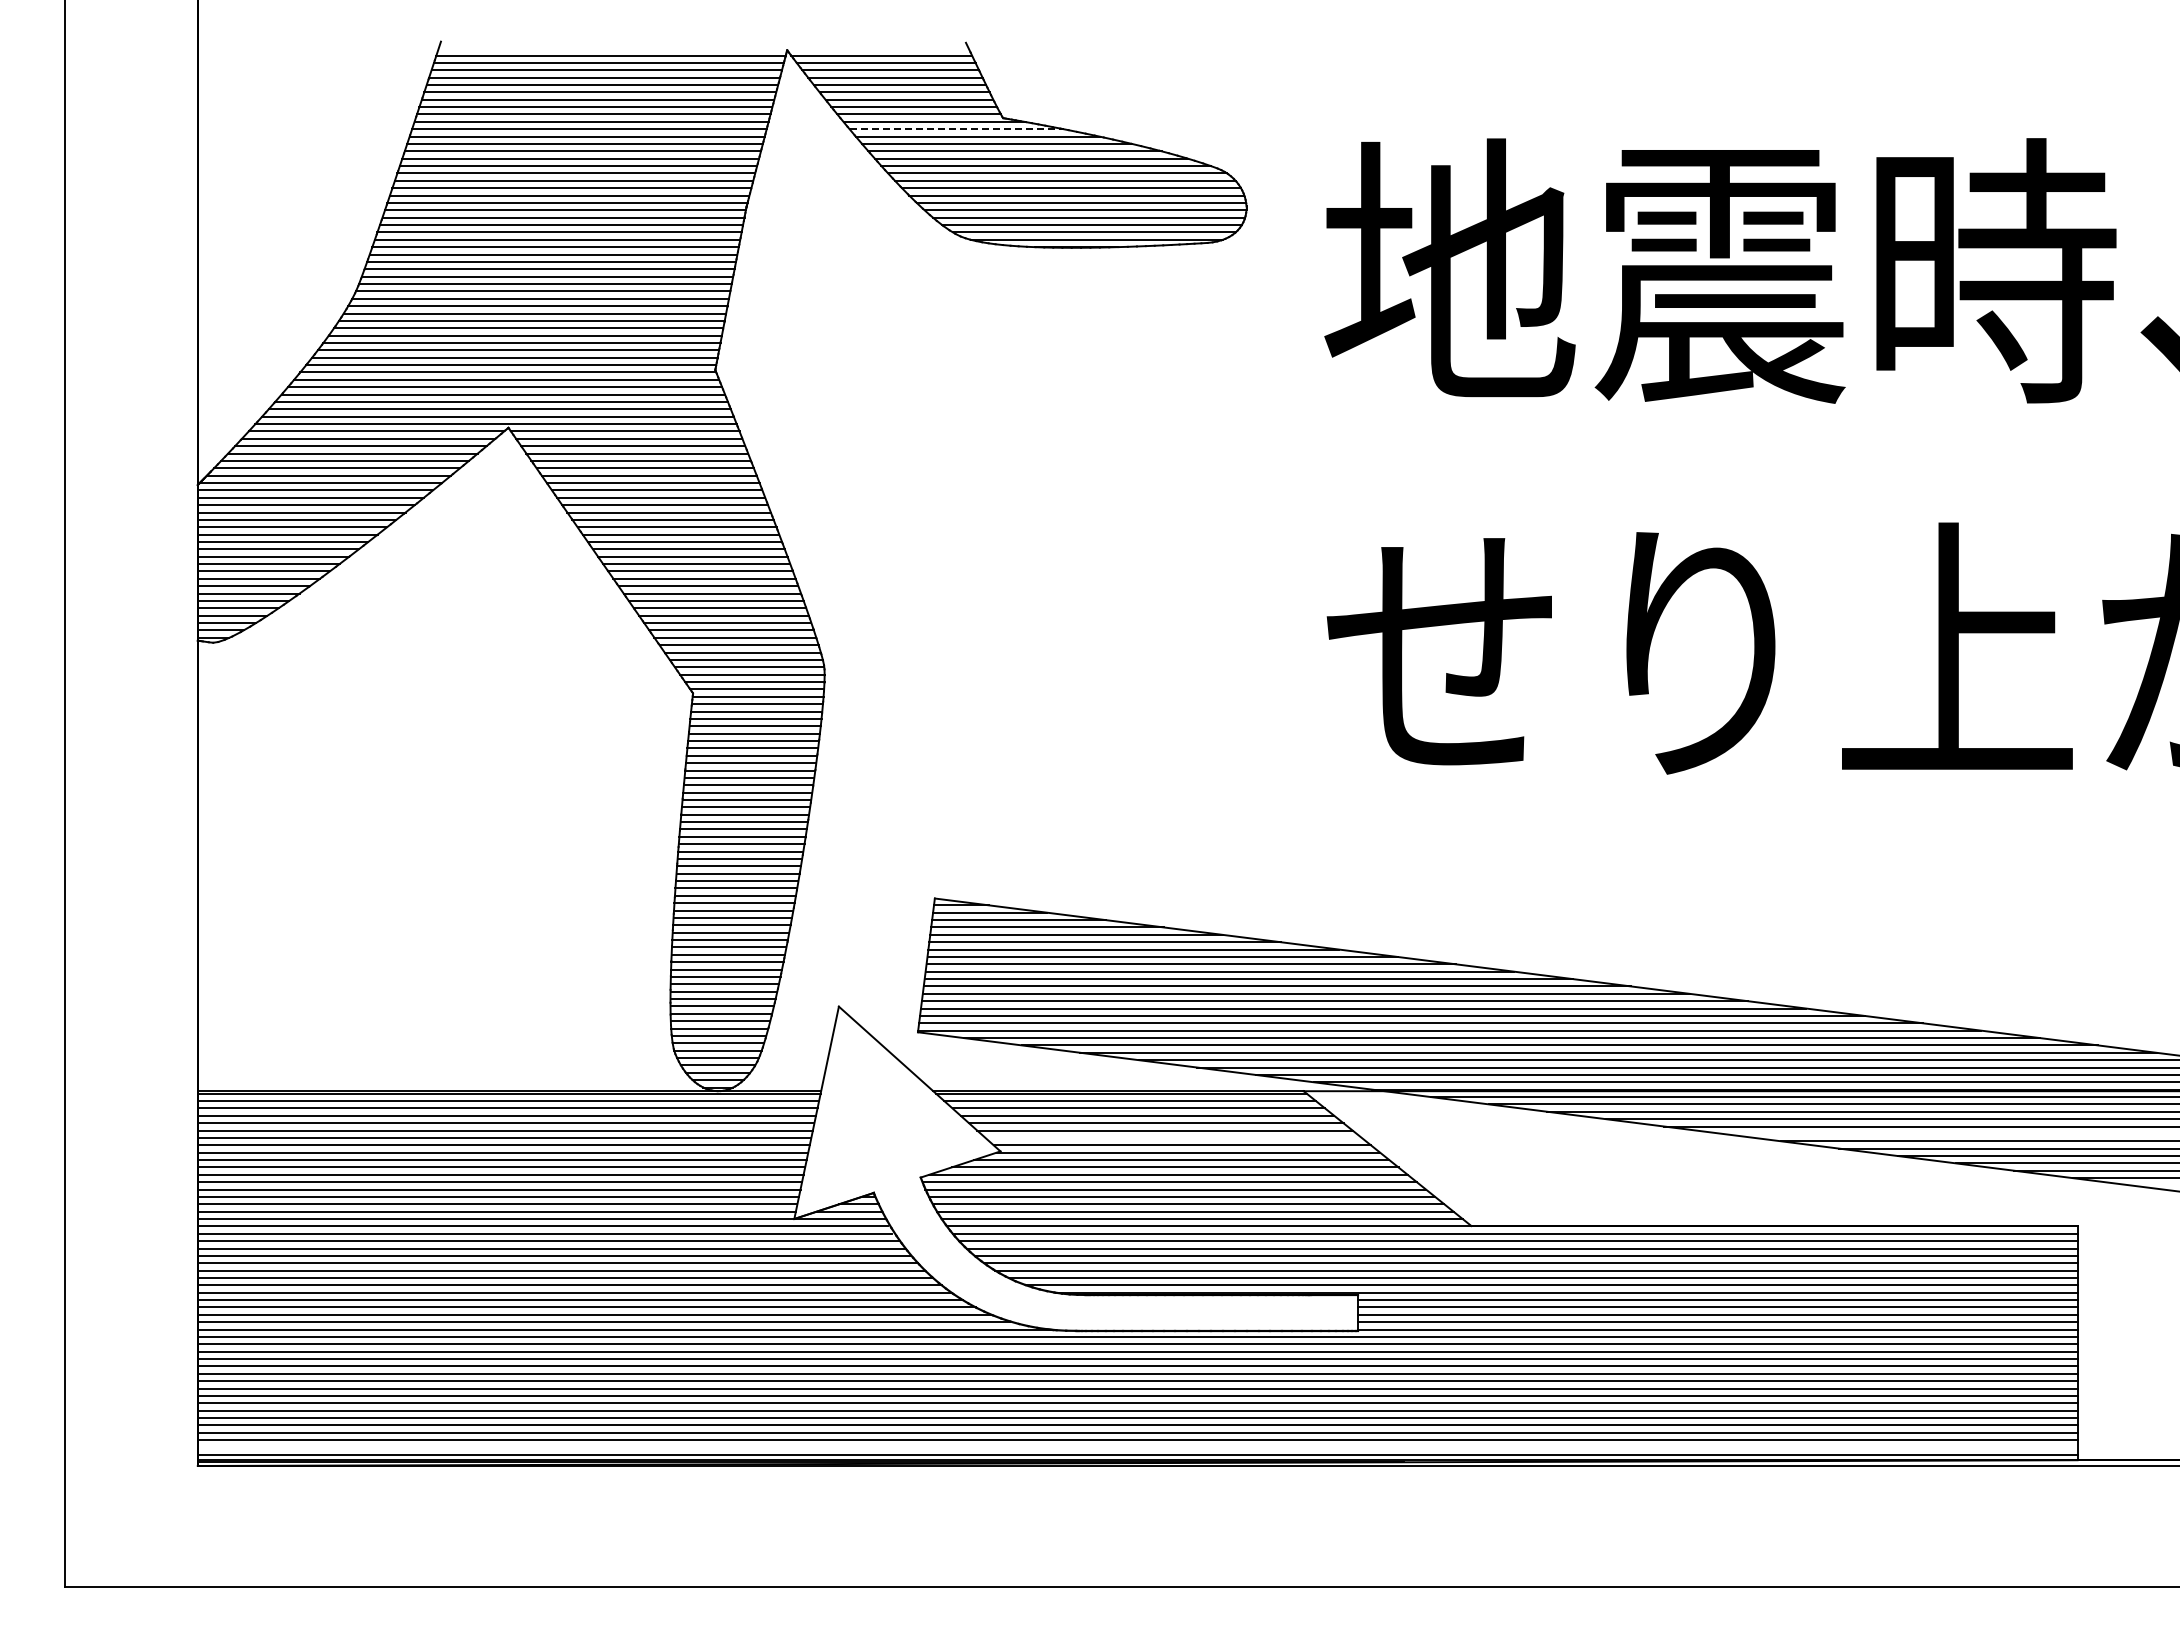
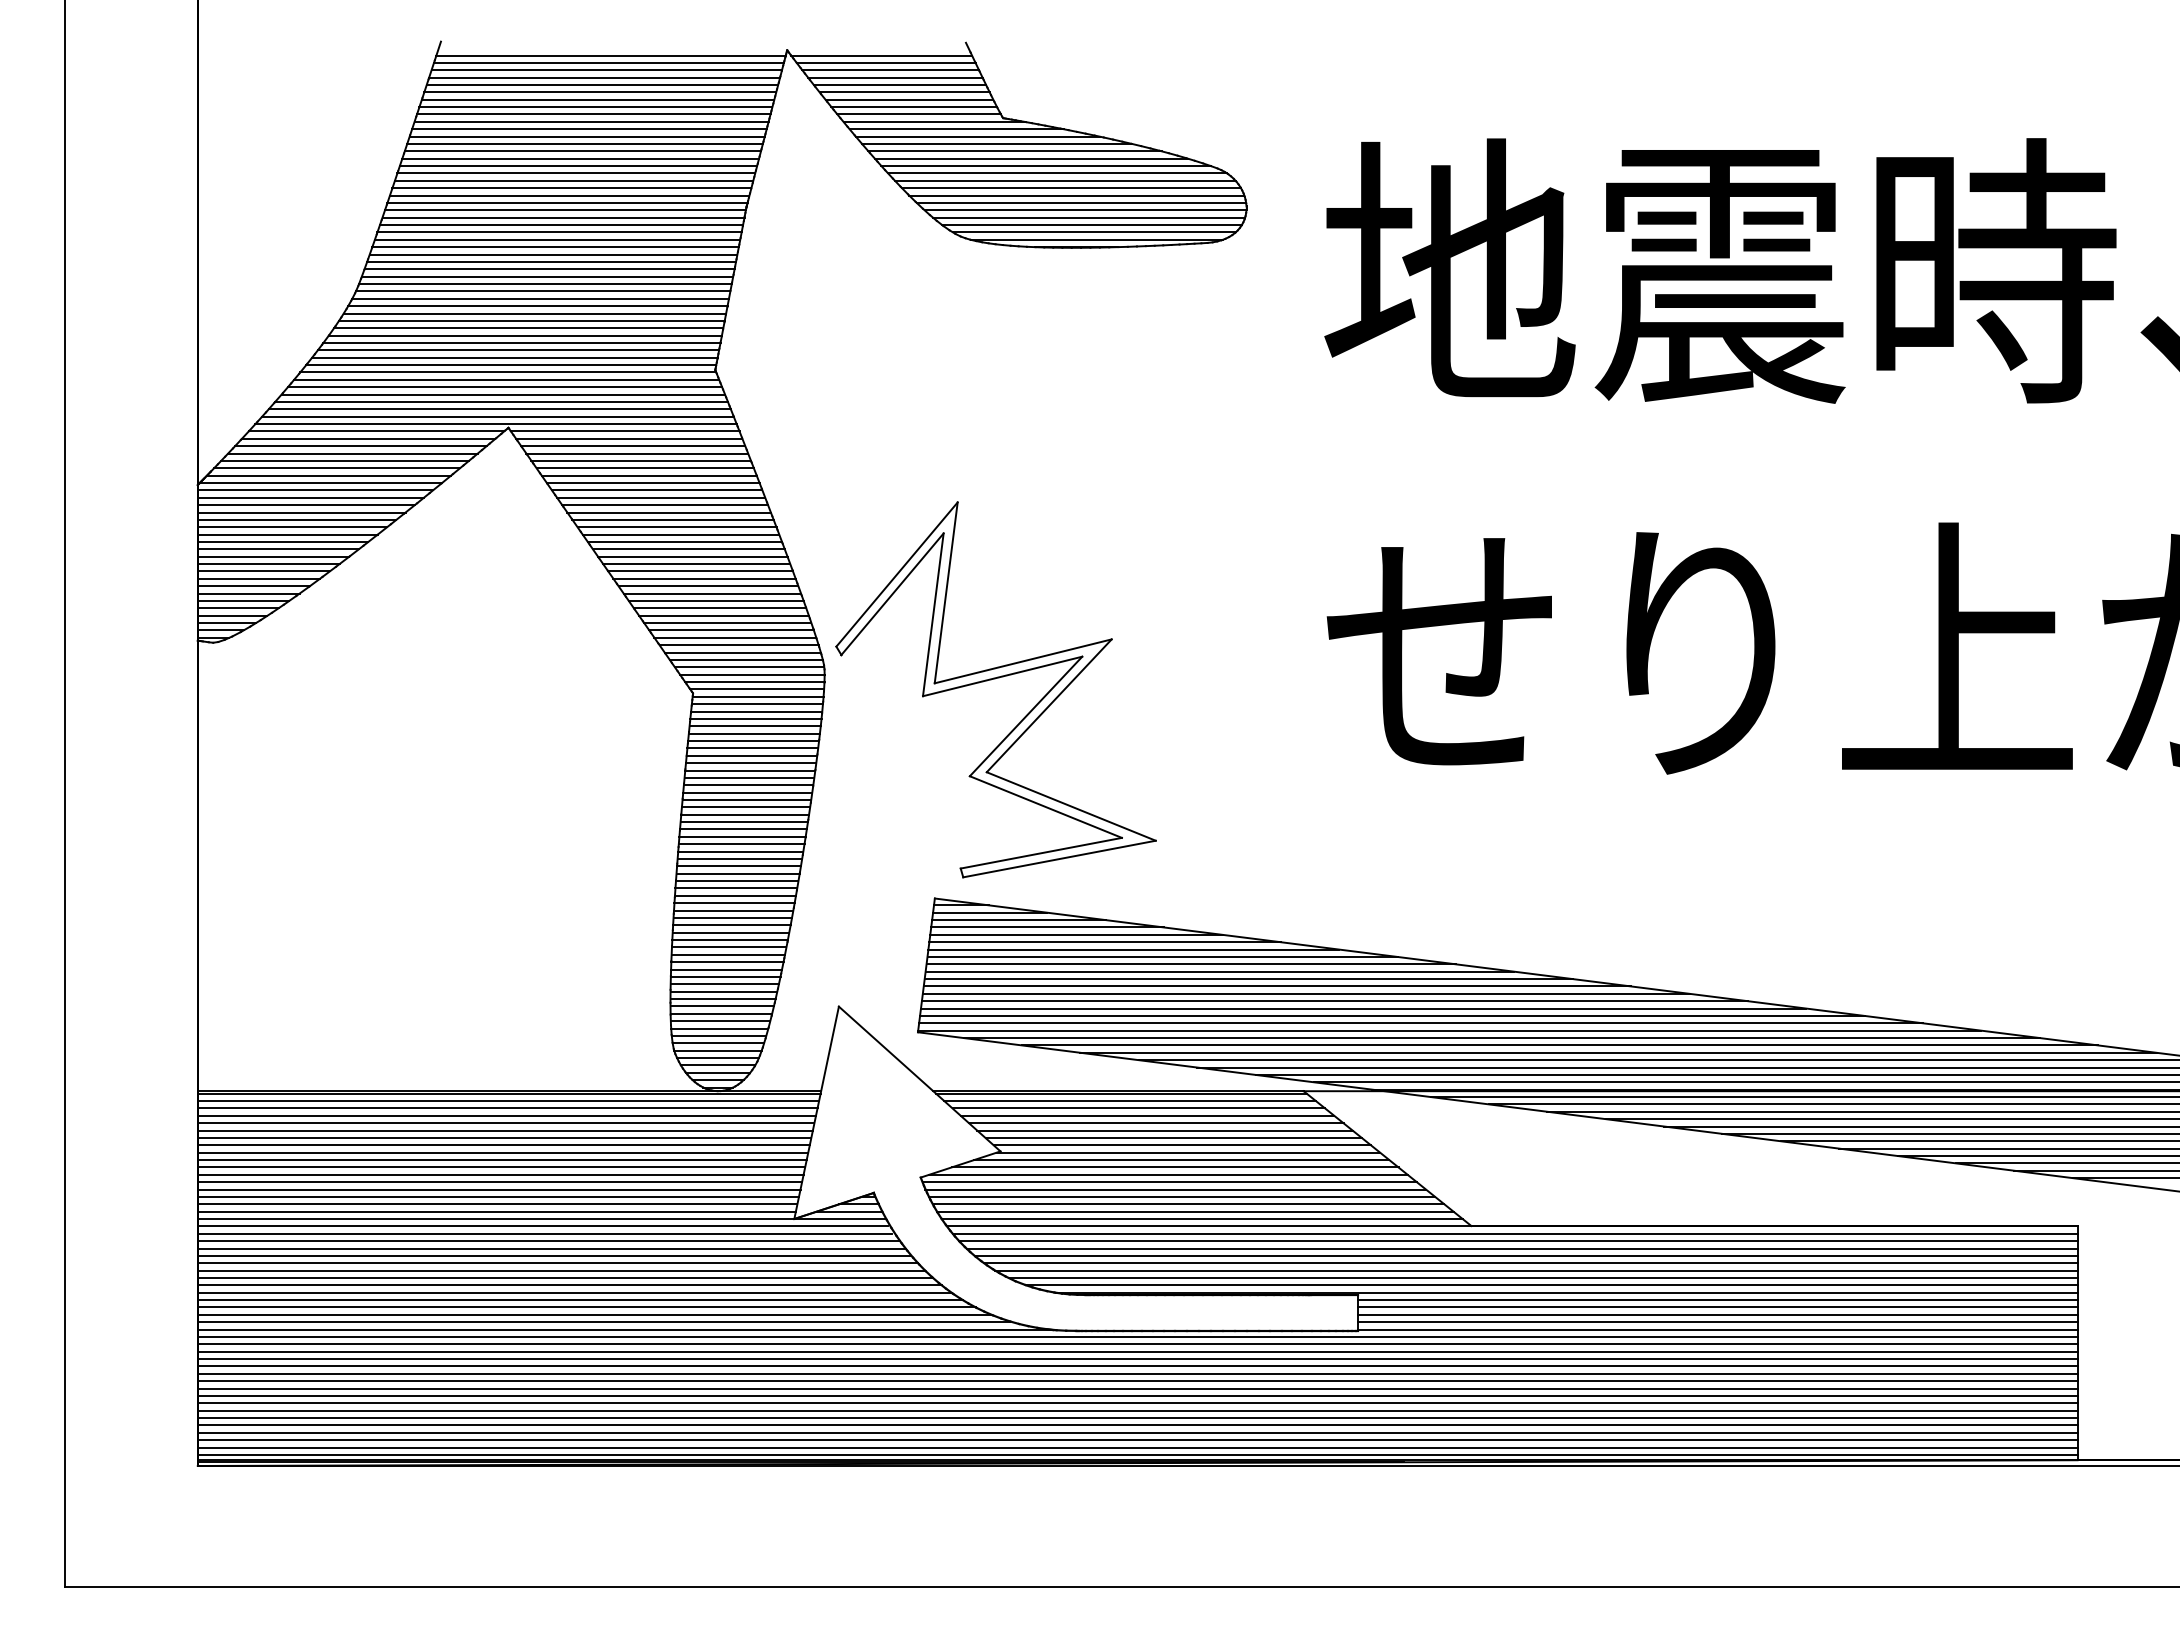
line at (957, 129): dashed -> solid
part at (991, 680): none -> present
line at (1949, 1133): none -> present
line at (1173, 1137): none -> present
line at (1137, 1447): none -> present
